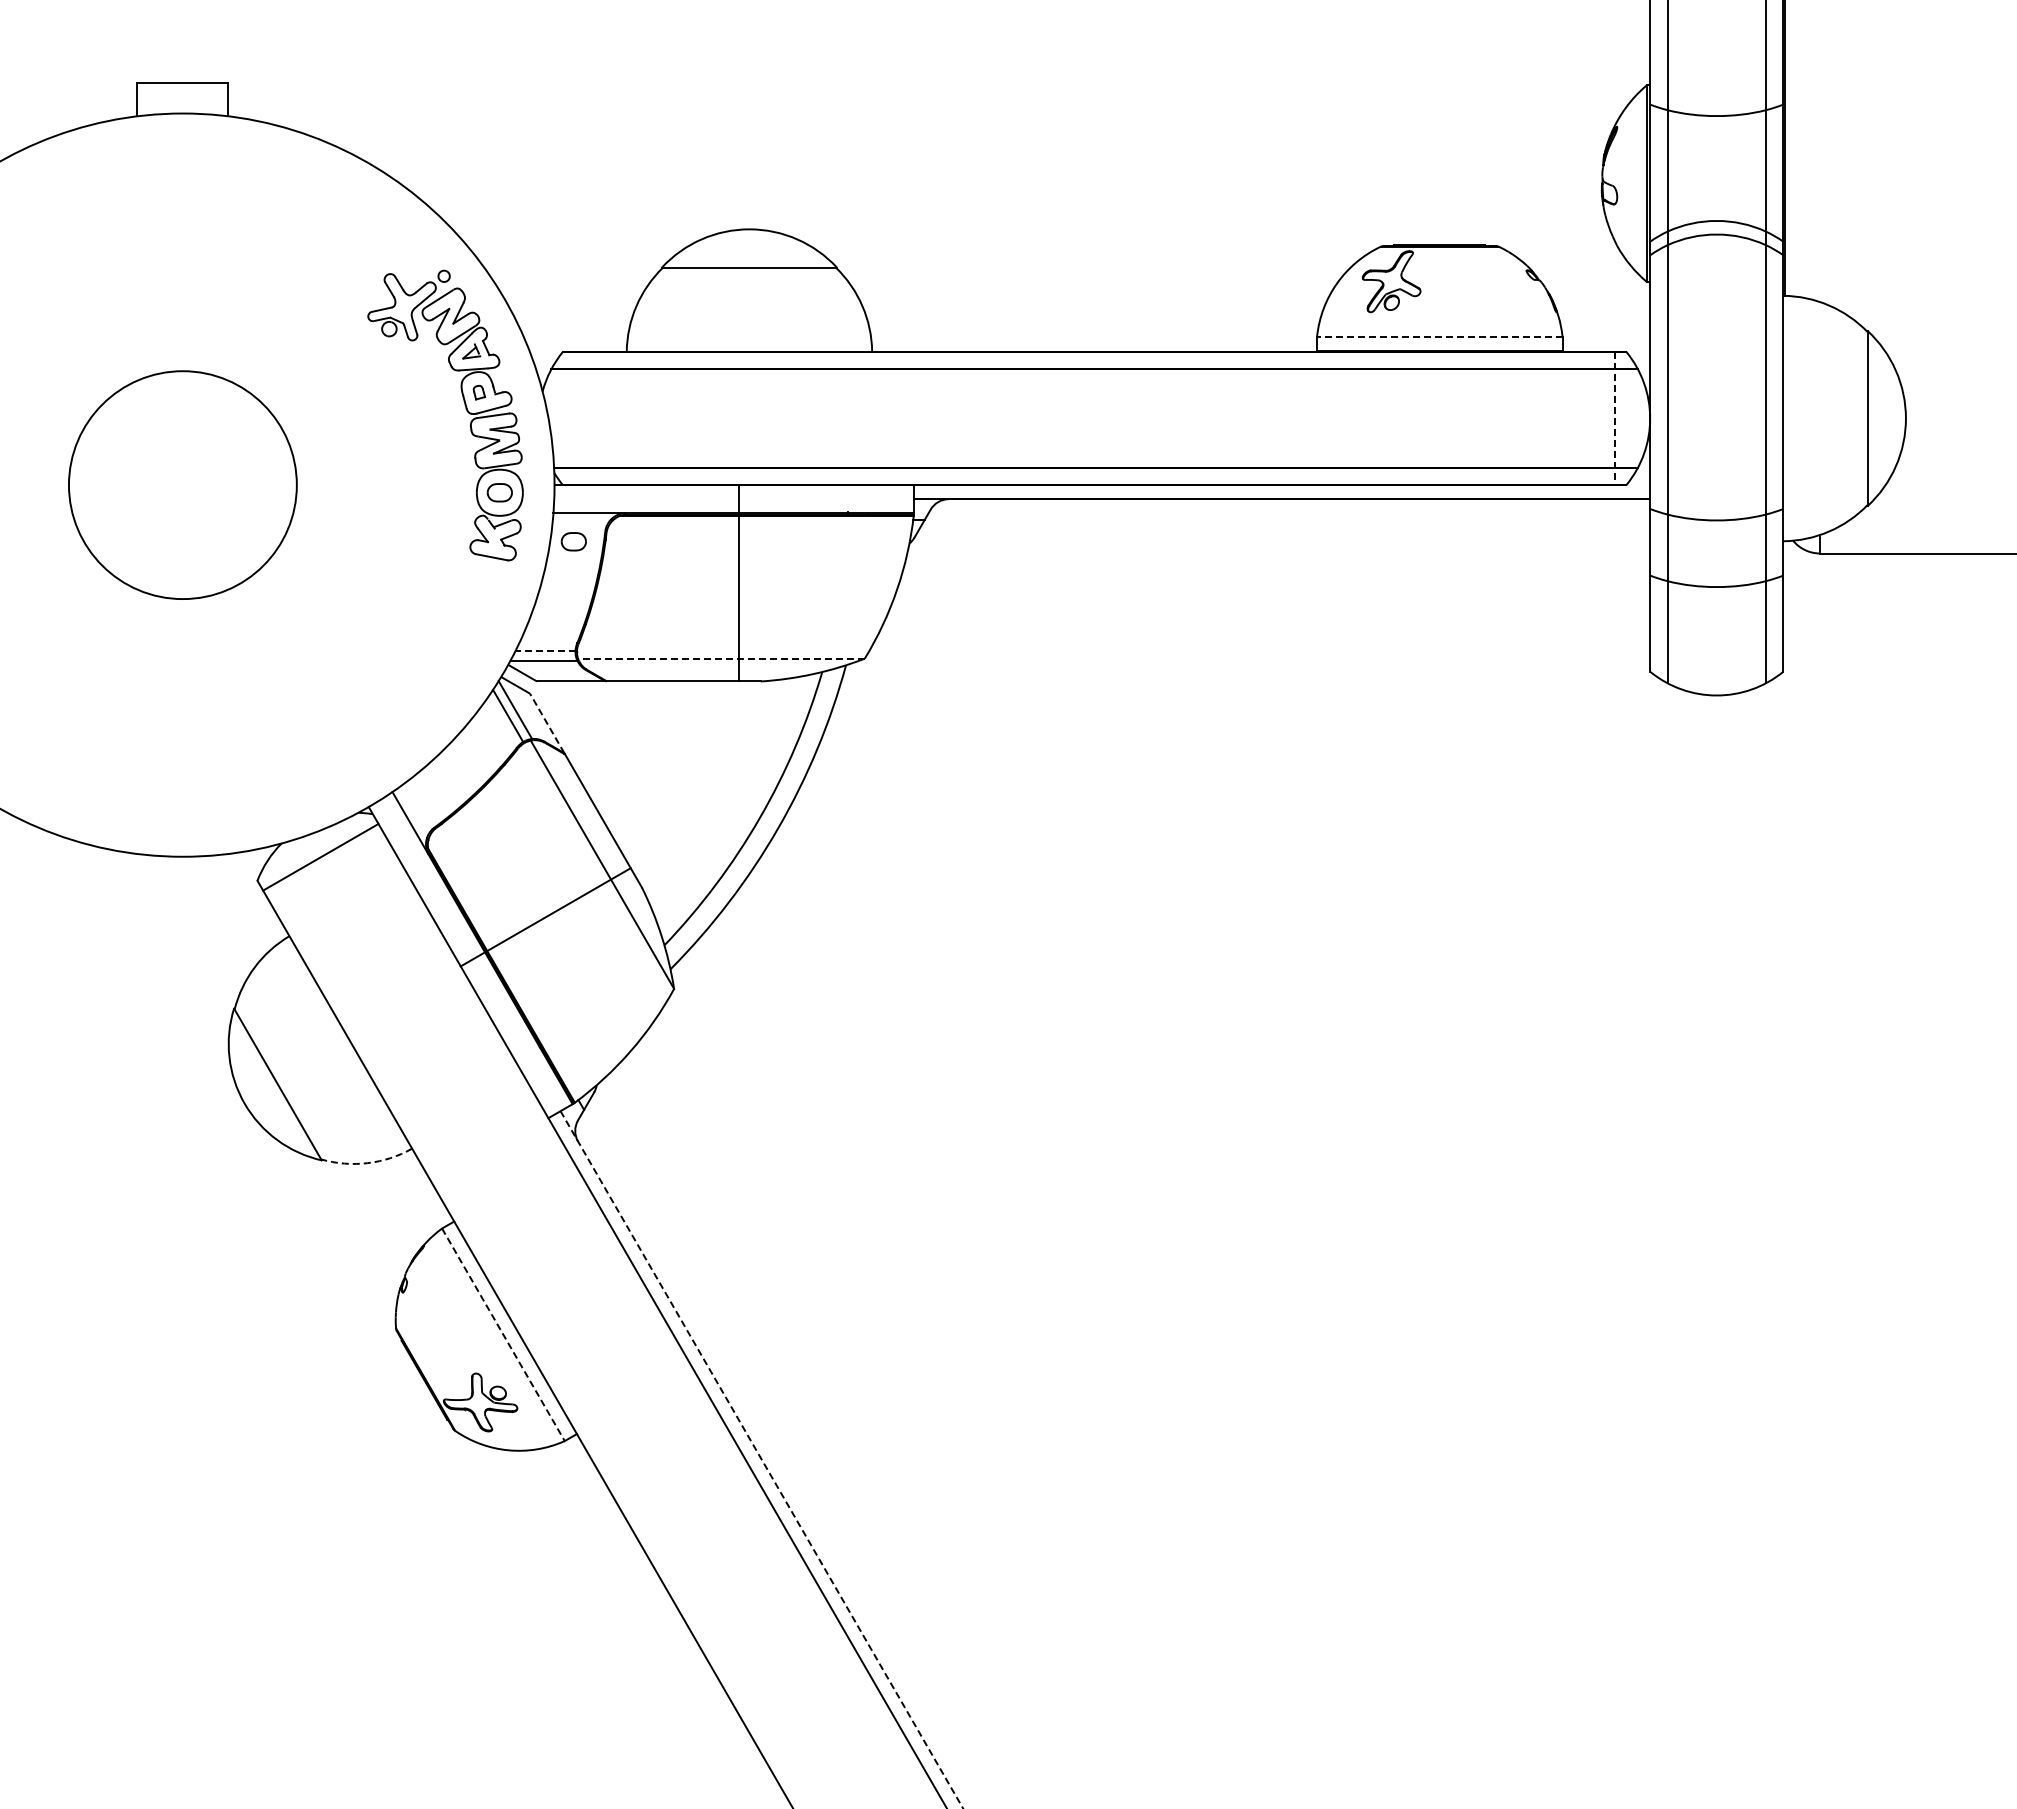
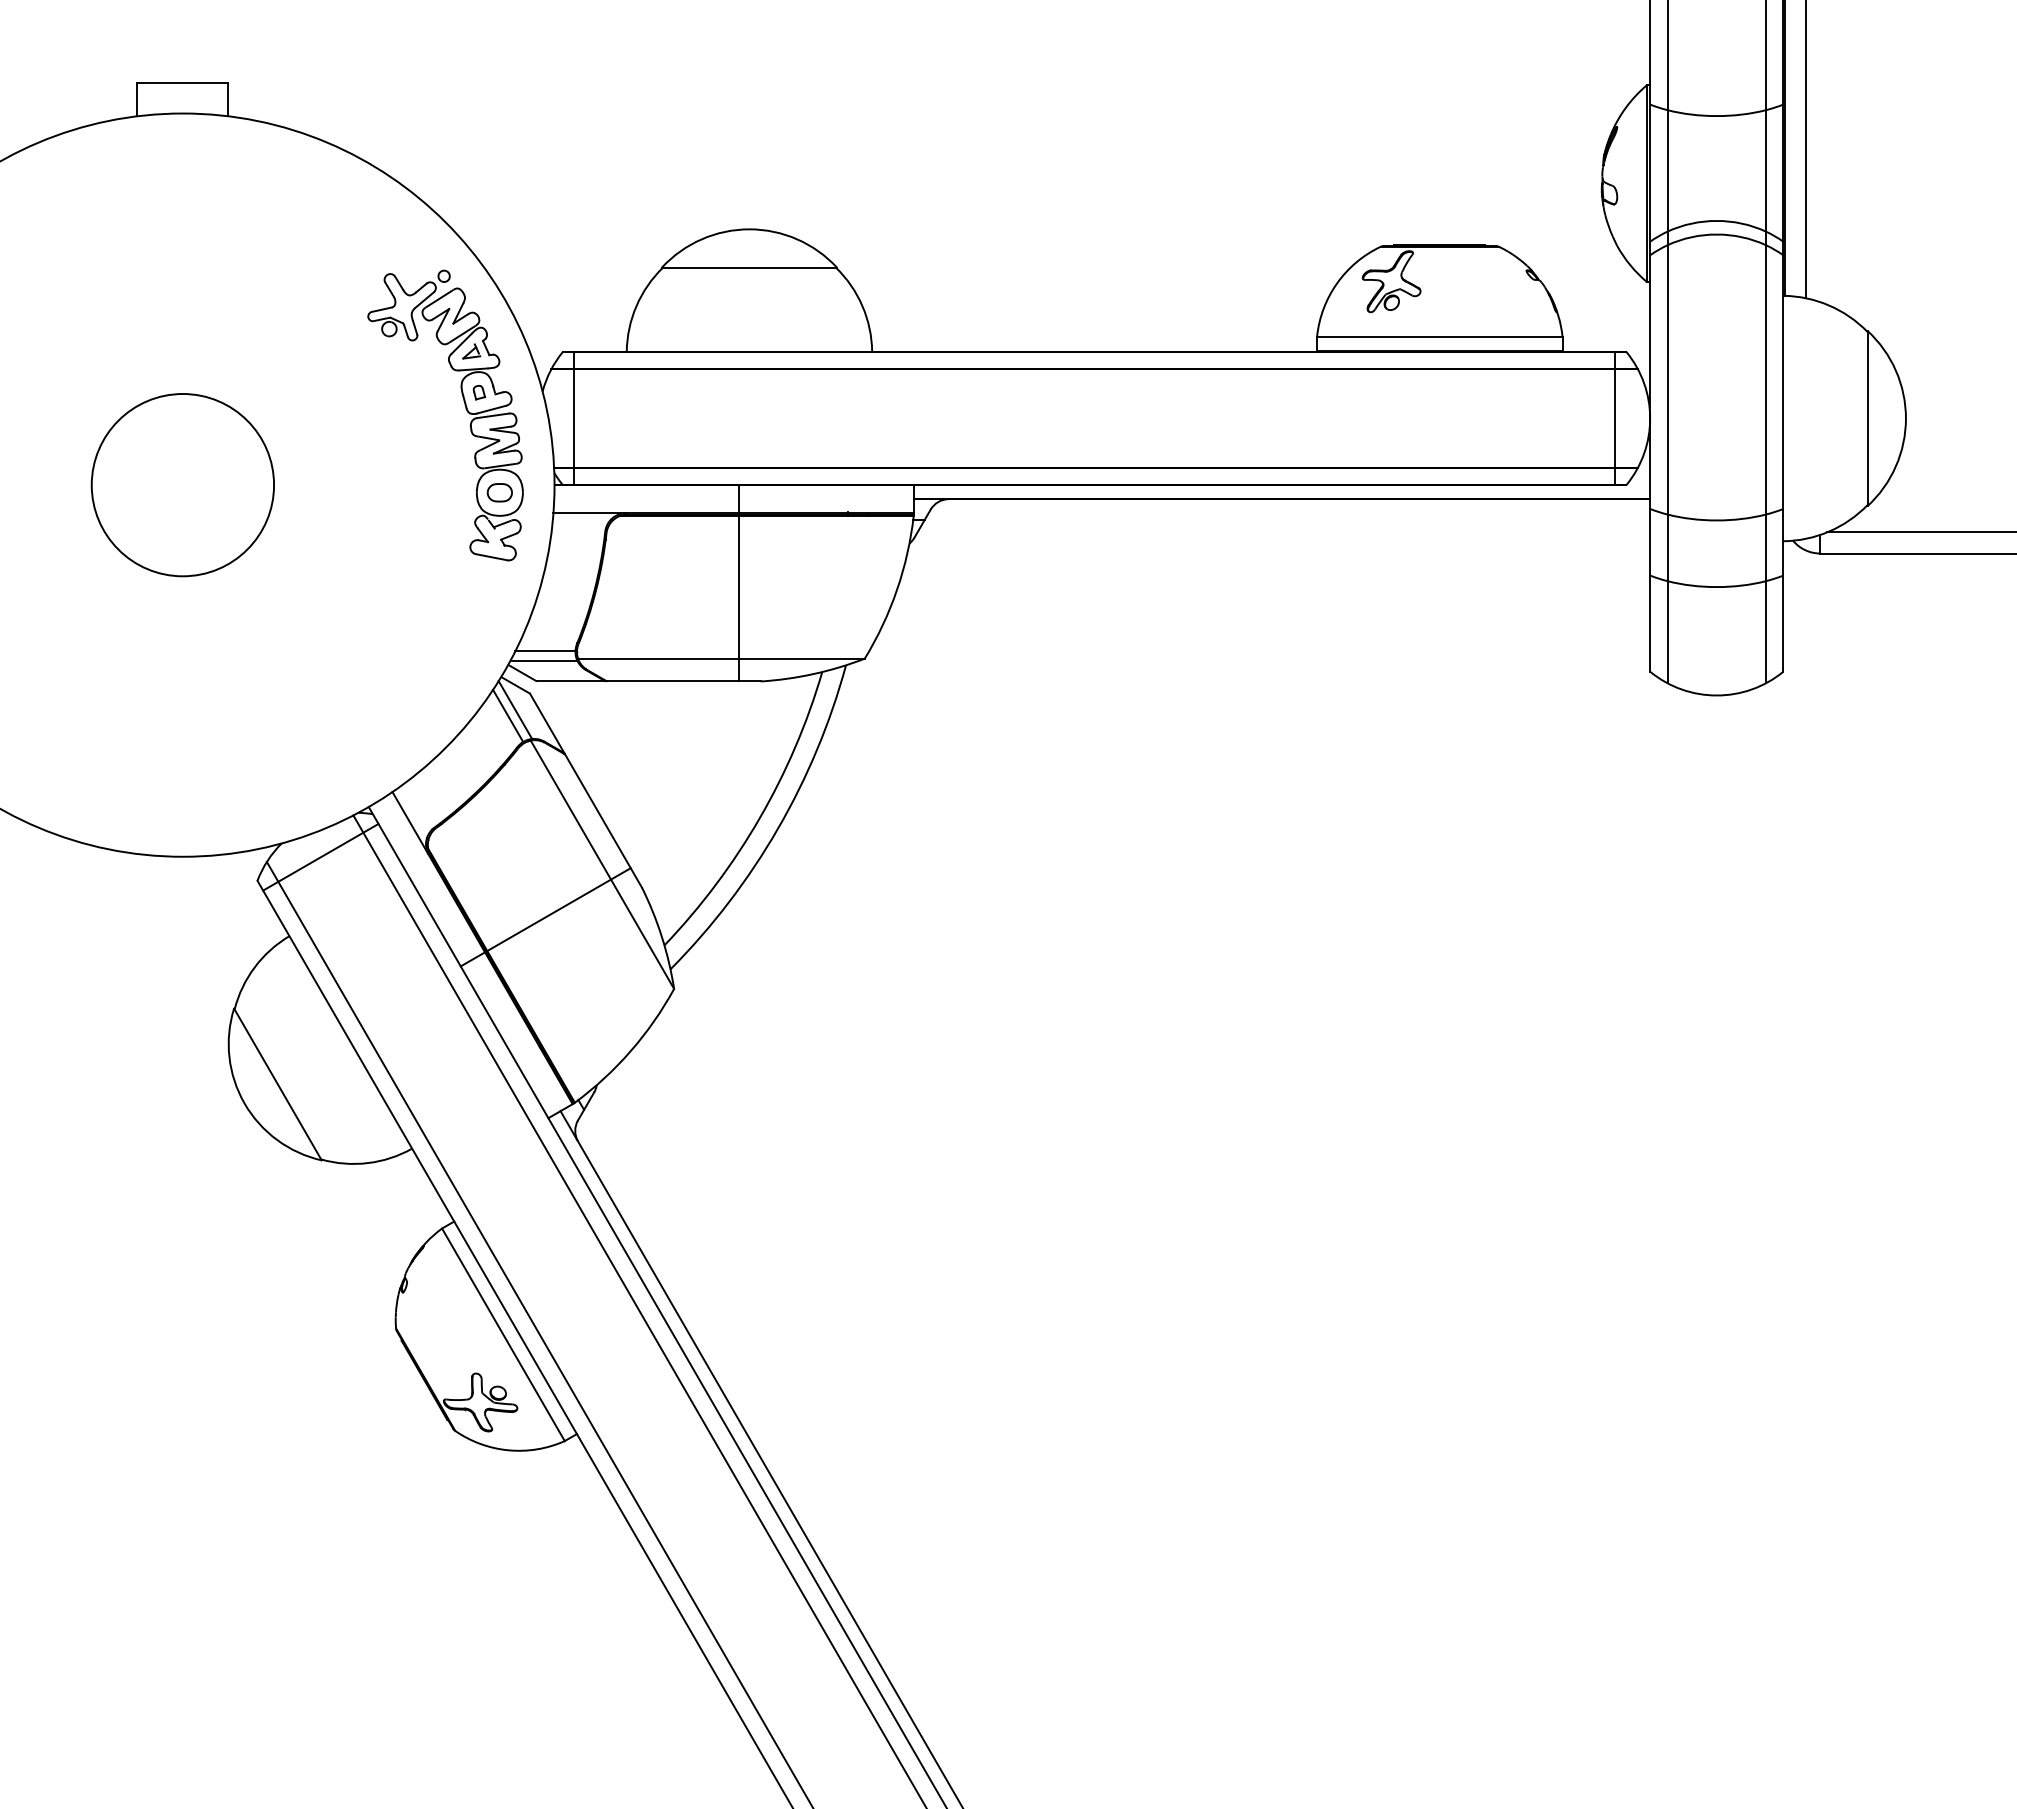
line at (1806, 150): none -> present
line at (1439, 336): dashed -> solid
line at (574, 418): none -> present
line at (1615, 418): dashed -> solid
circle at (182, 485) diameter: 228 px -> 182 px
line at (1919, 532): none -> present
part at (573, 541): present -> none
line at (544, 651): dashed -> solid
line at (720, 658): dashed -> solid
line at (546, 722): dashed -> solid
arc at (367, 1163): dashed -> solid
line at (638, 1310): none -> present
line at (538, 1333): none -> present
line at (503, 1334): dashed -> solid
line at (762, 1460): dashed -> solid
